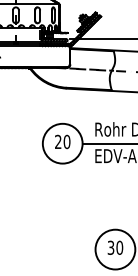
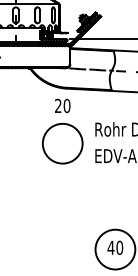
text at (62, 141) position: (62, 141) -> (62, 105)
line at (108, 143): present -> none
text at (110, 247): 30 -> 40
